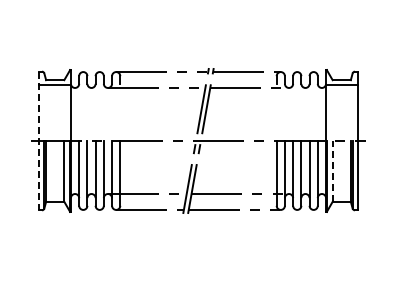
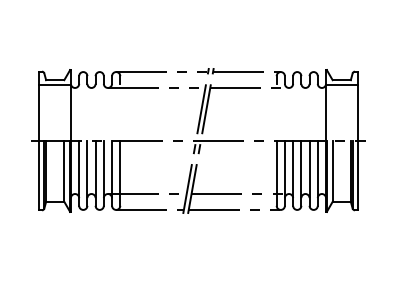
line at (39, 141): dashed -> solid
line at (332, 170): dashed -> solid
